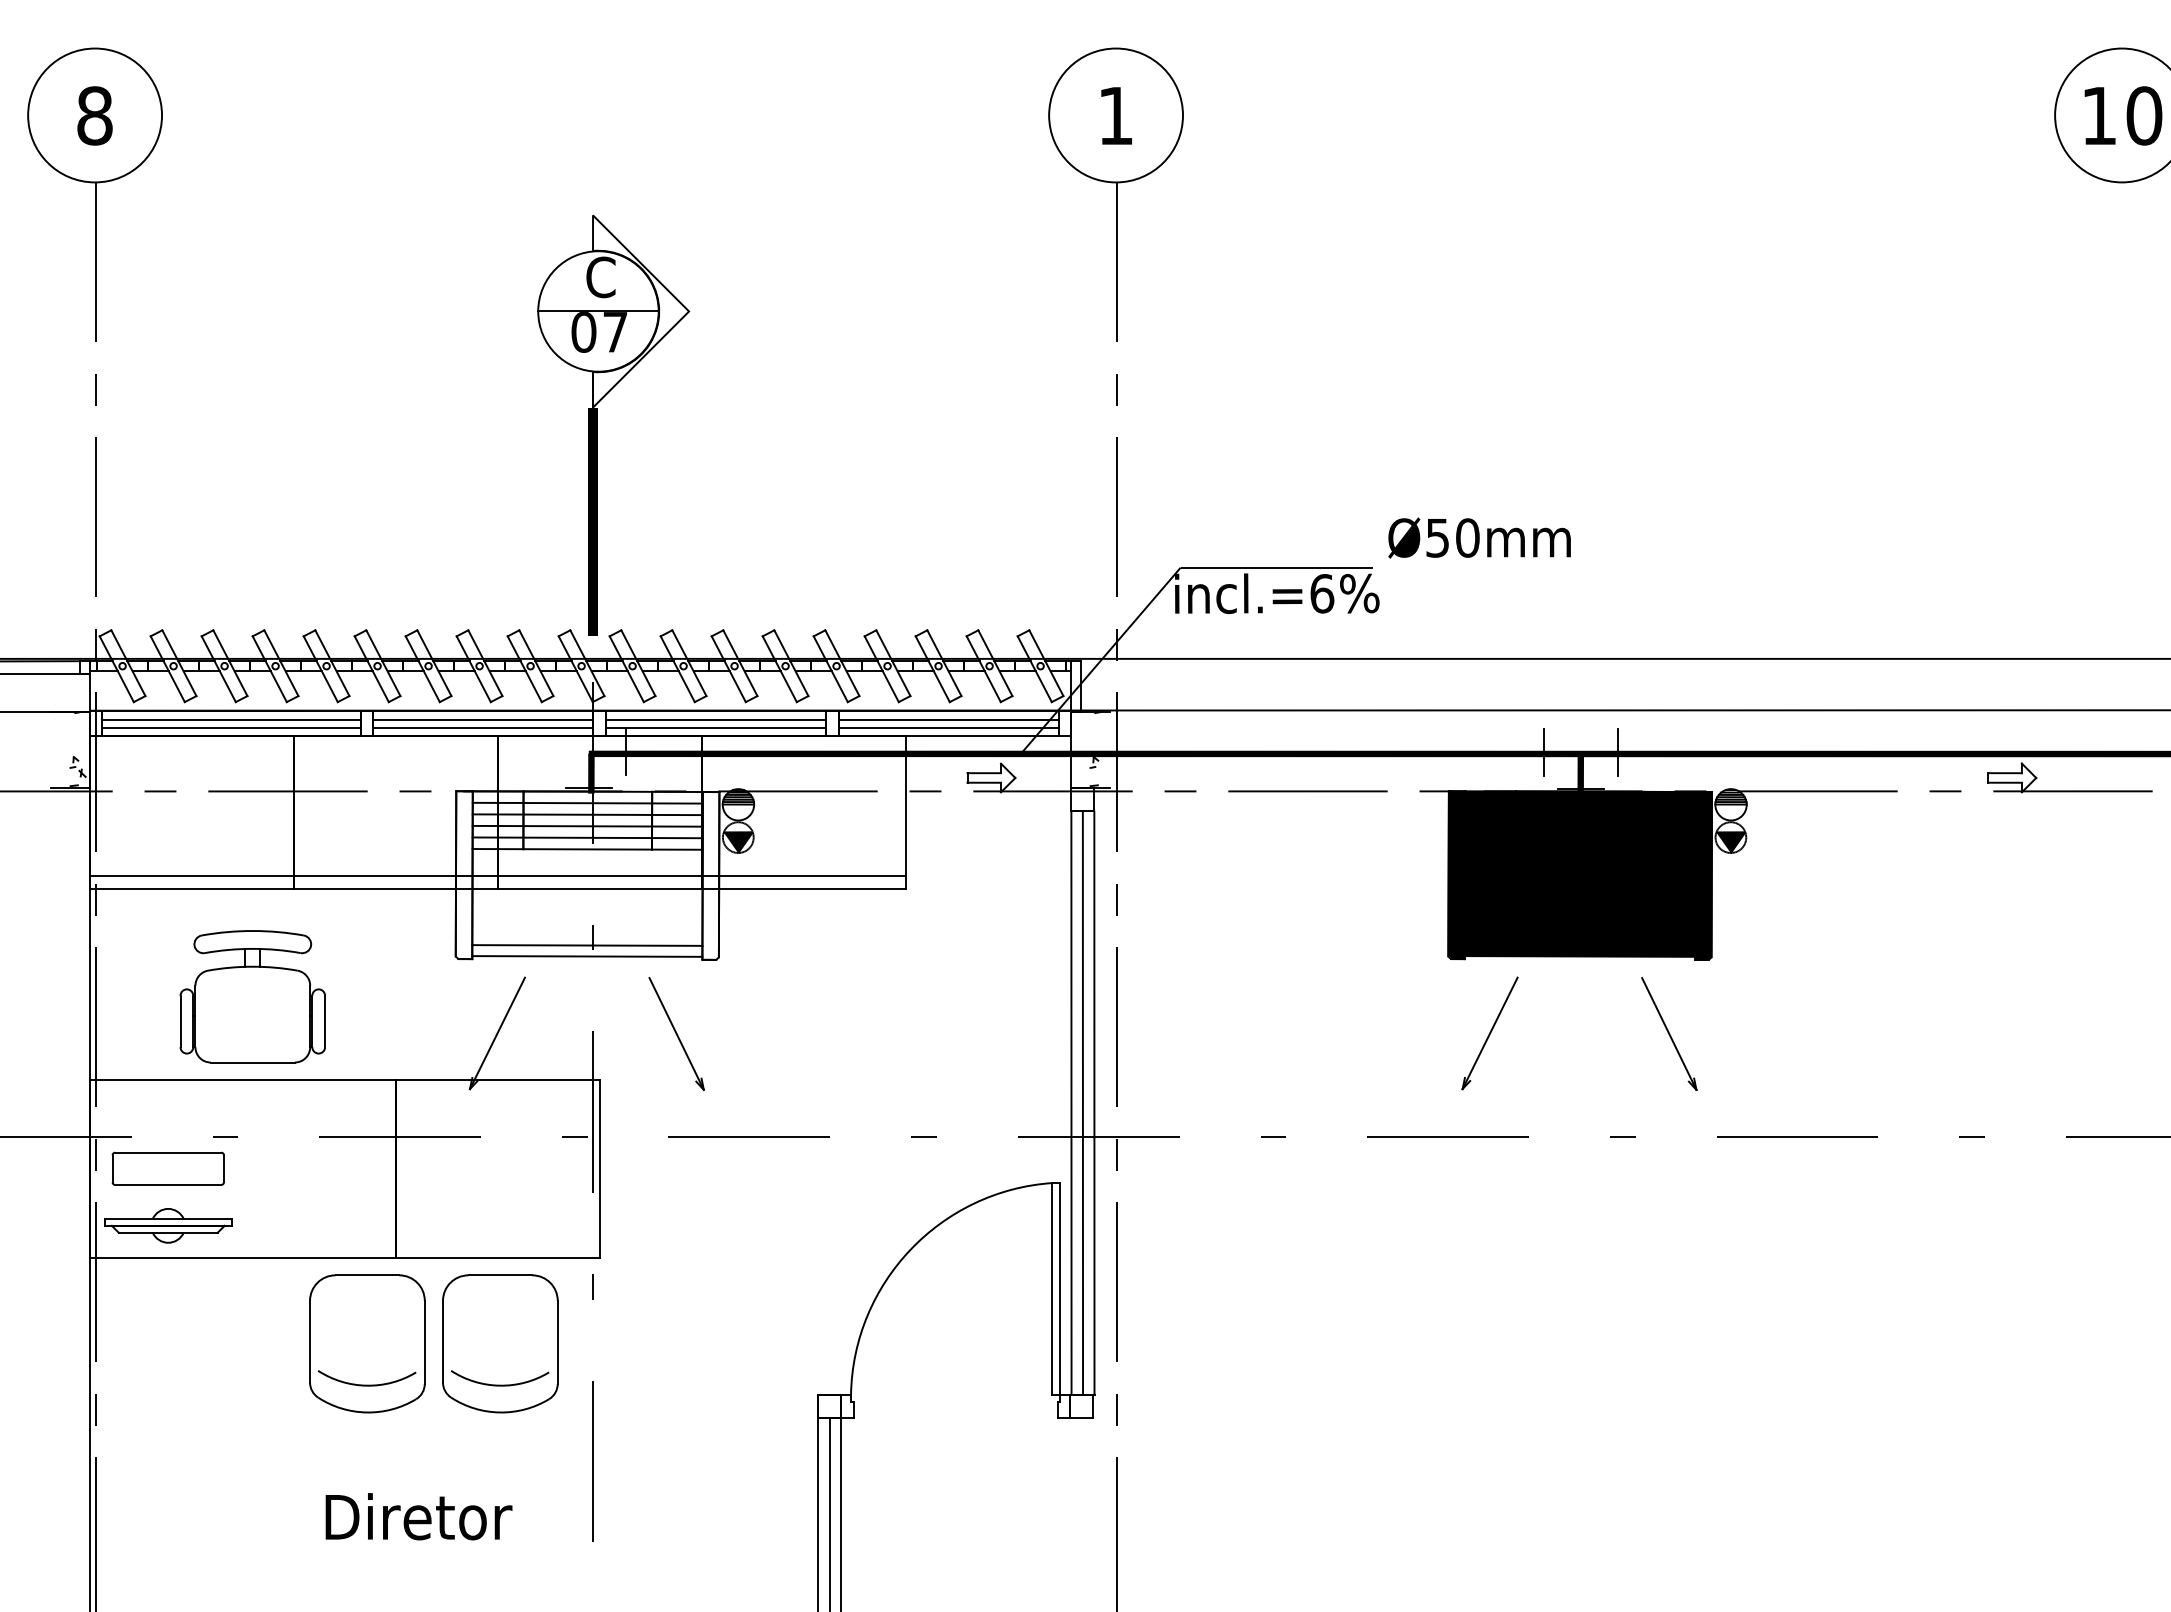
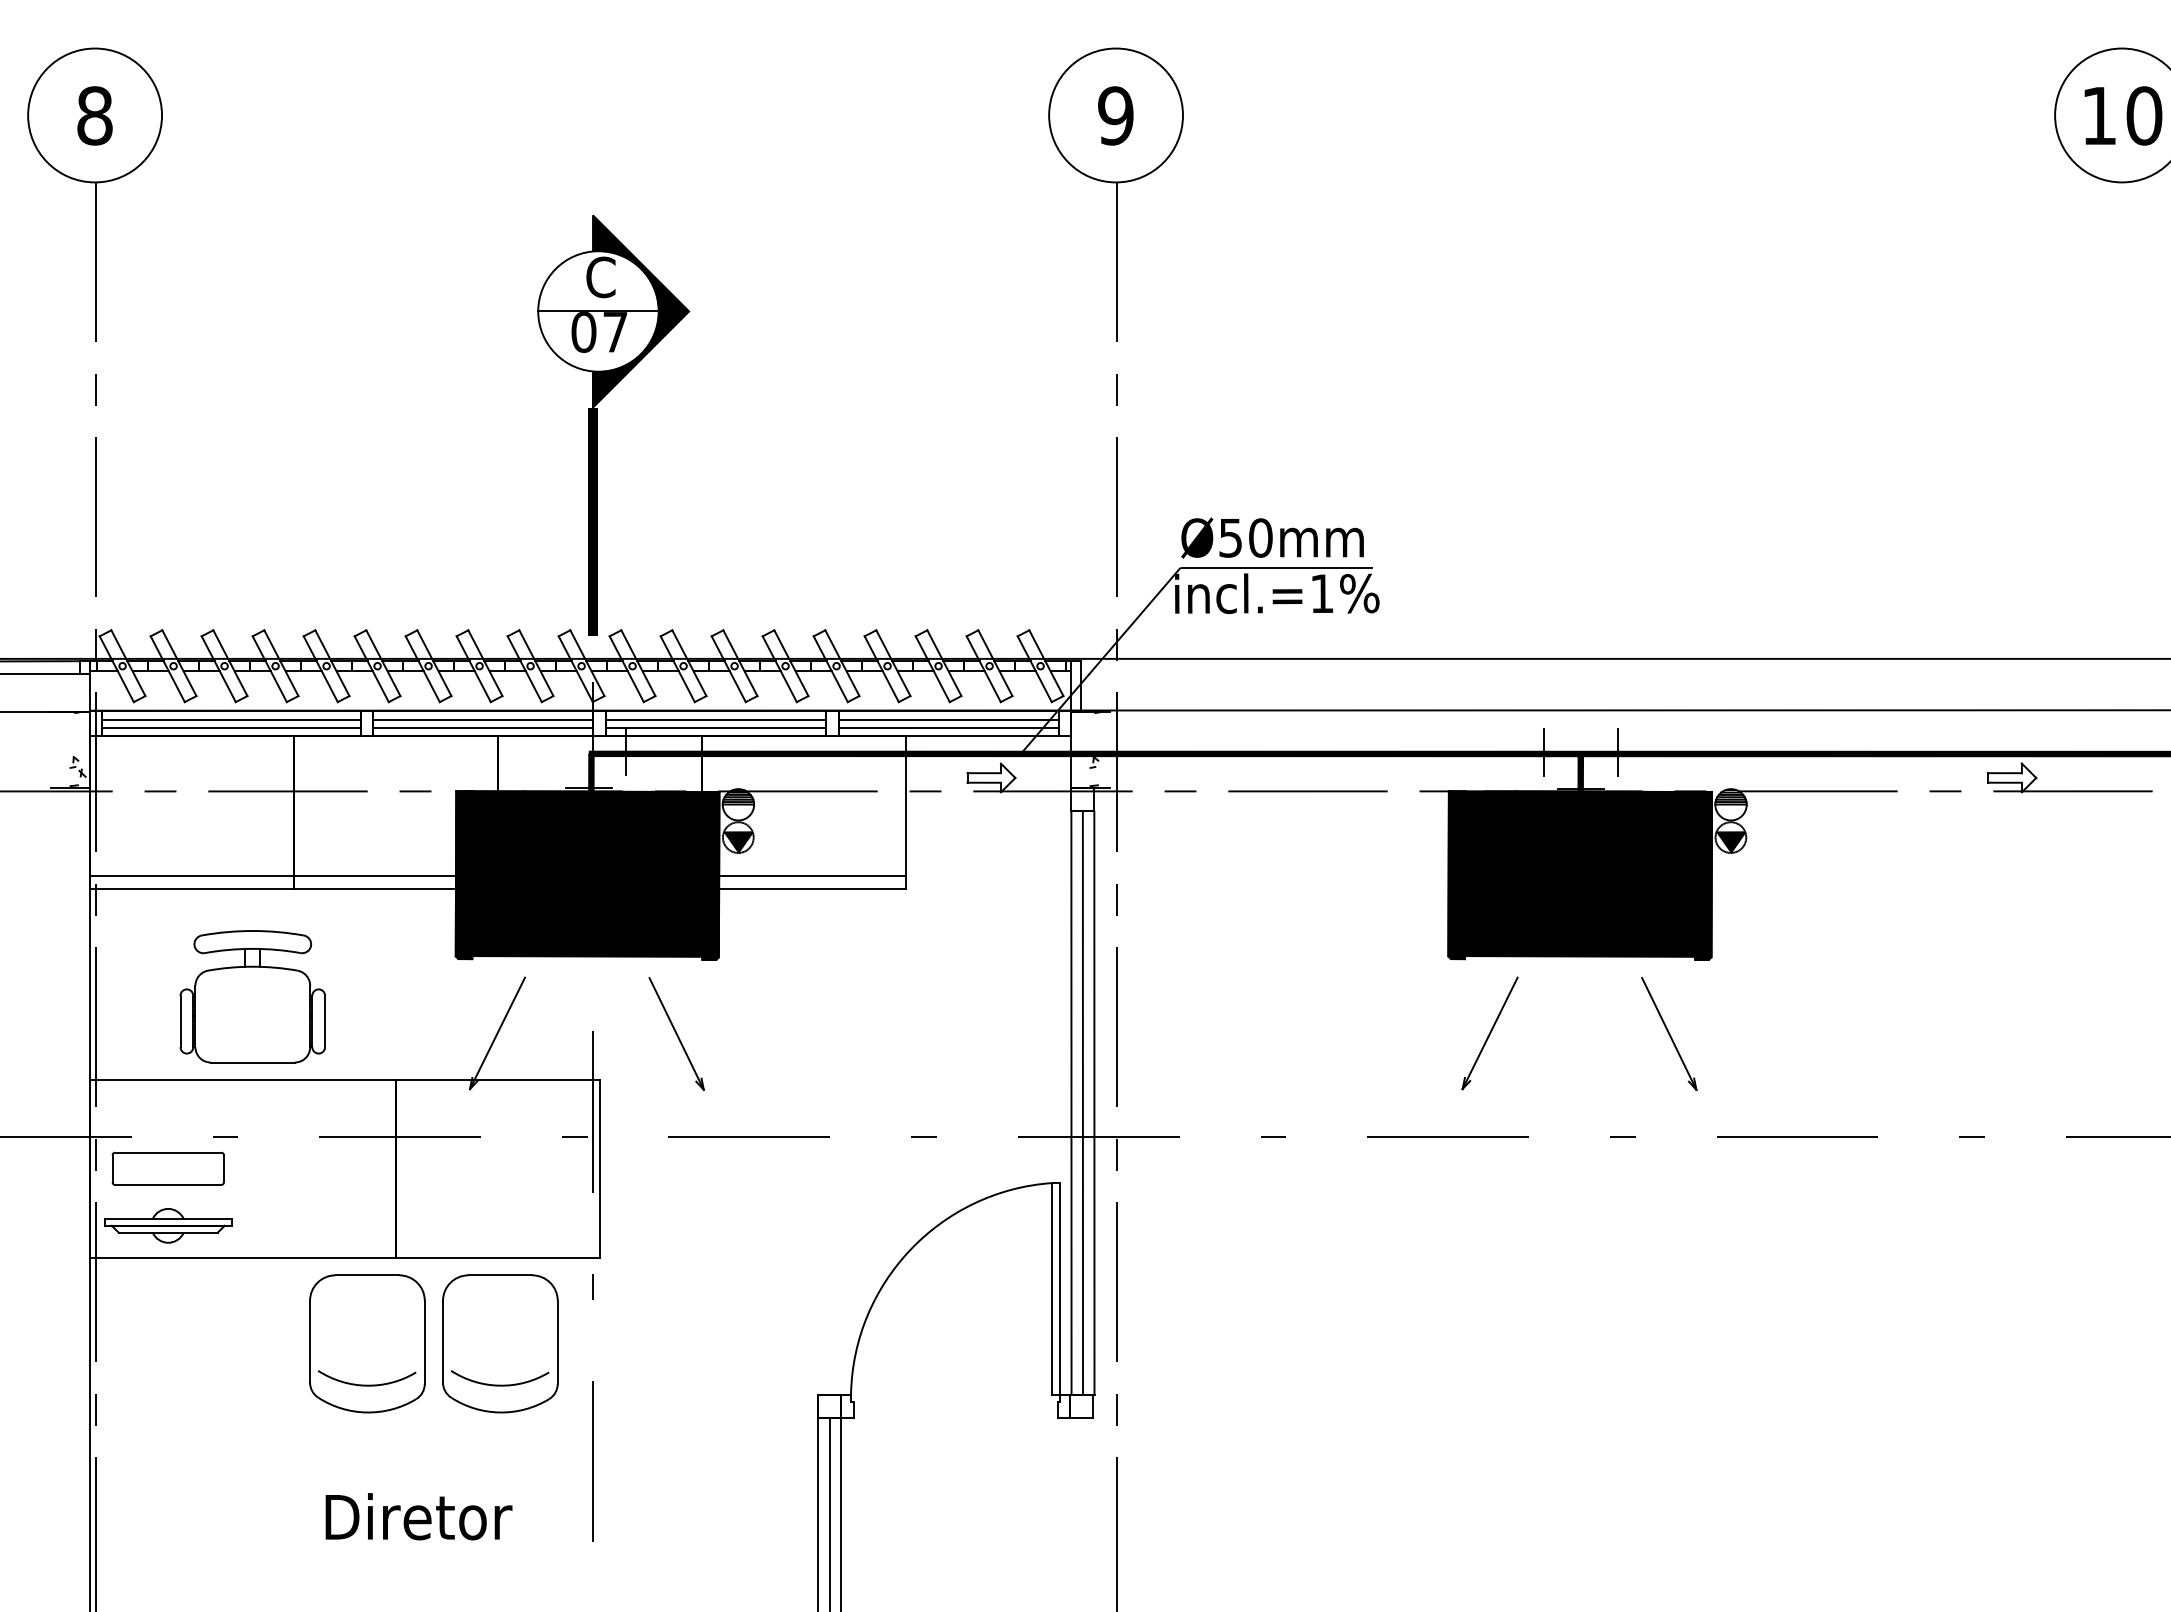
text at (1115, 115): 1 -> 9
fill at (641, 311): none -> present
text at (1479, 537) position: (1479, 537) -> (1272, 537)
text at (1322, 593): incl.=6%%% -> incl.=1%%%
fill at (587, 875): none -> present
